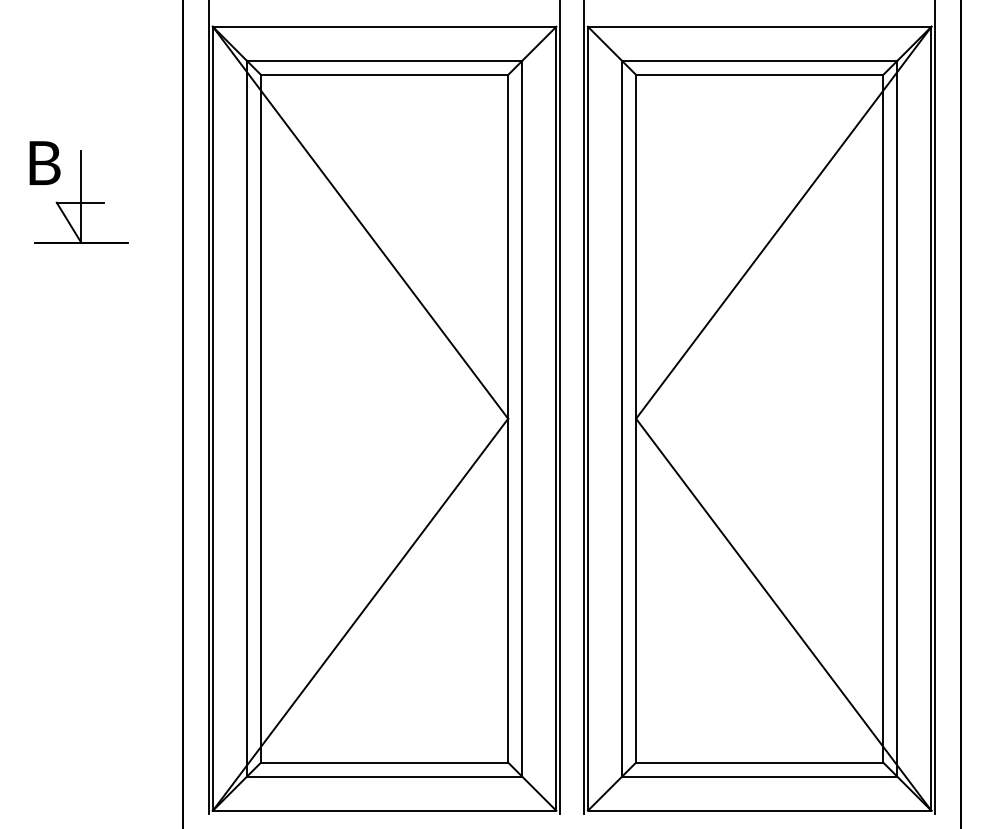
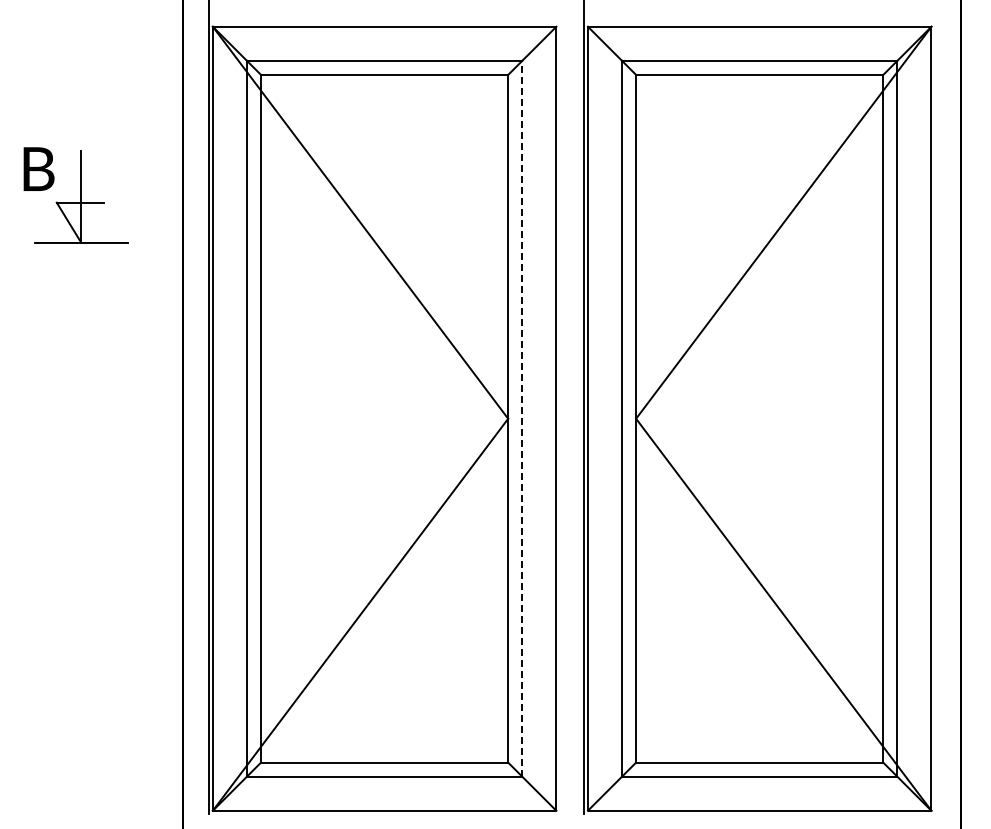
text at (44, 162) position: (44, 162) -> (38, 168)
line at (559, 408): present -> none
line at (934, 408): present -> none
line at (522, 418): solid -> dashed
